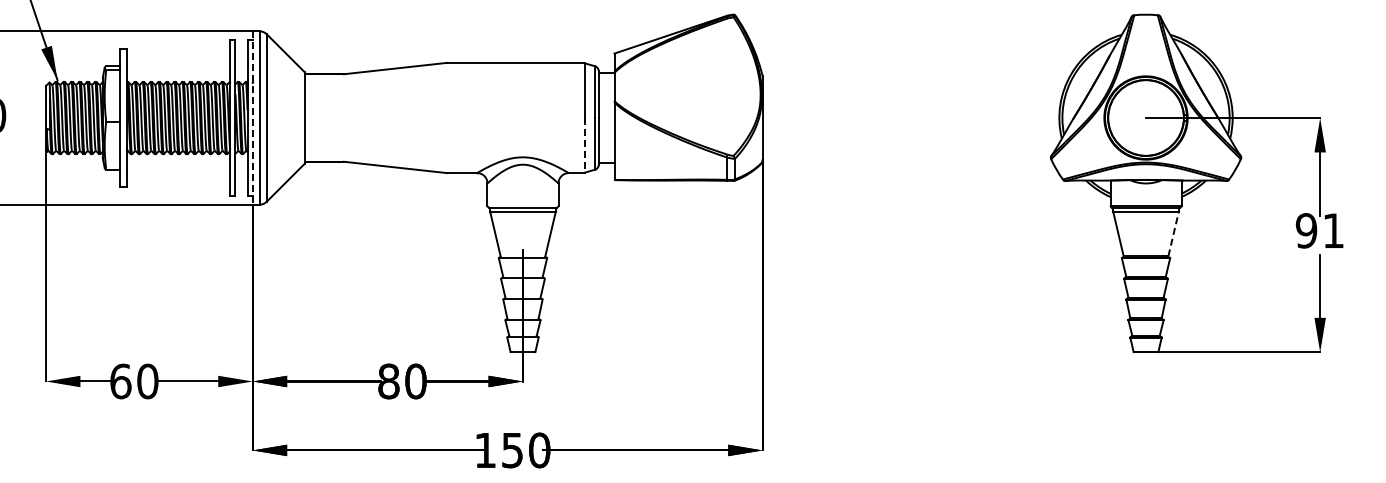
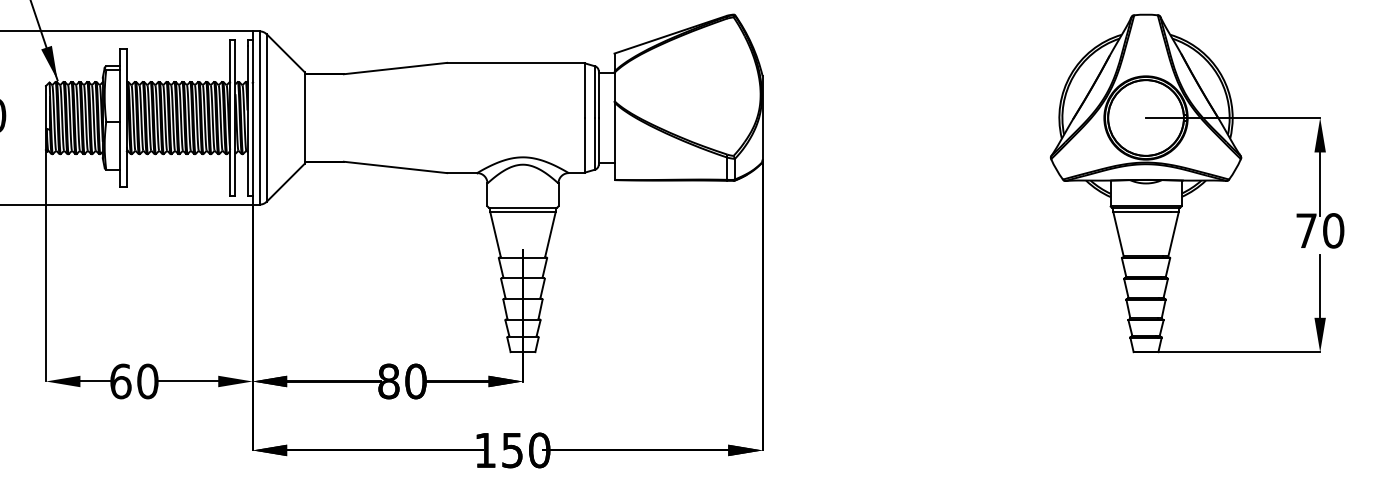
line at (252, 118): dashed -> solid
line at (585, 145): dashed -> solid
text at (1319, 230): 91 -> 70
line at (1173, 234): dashed -> solid
